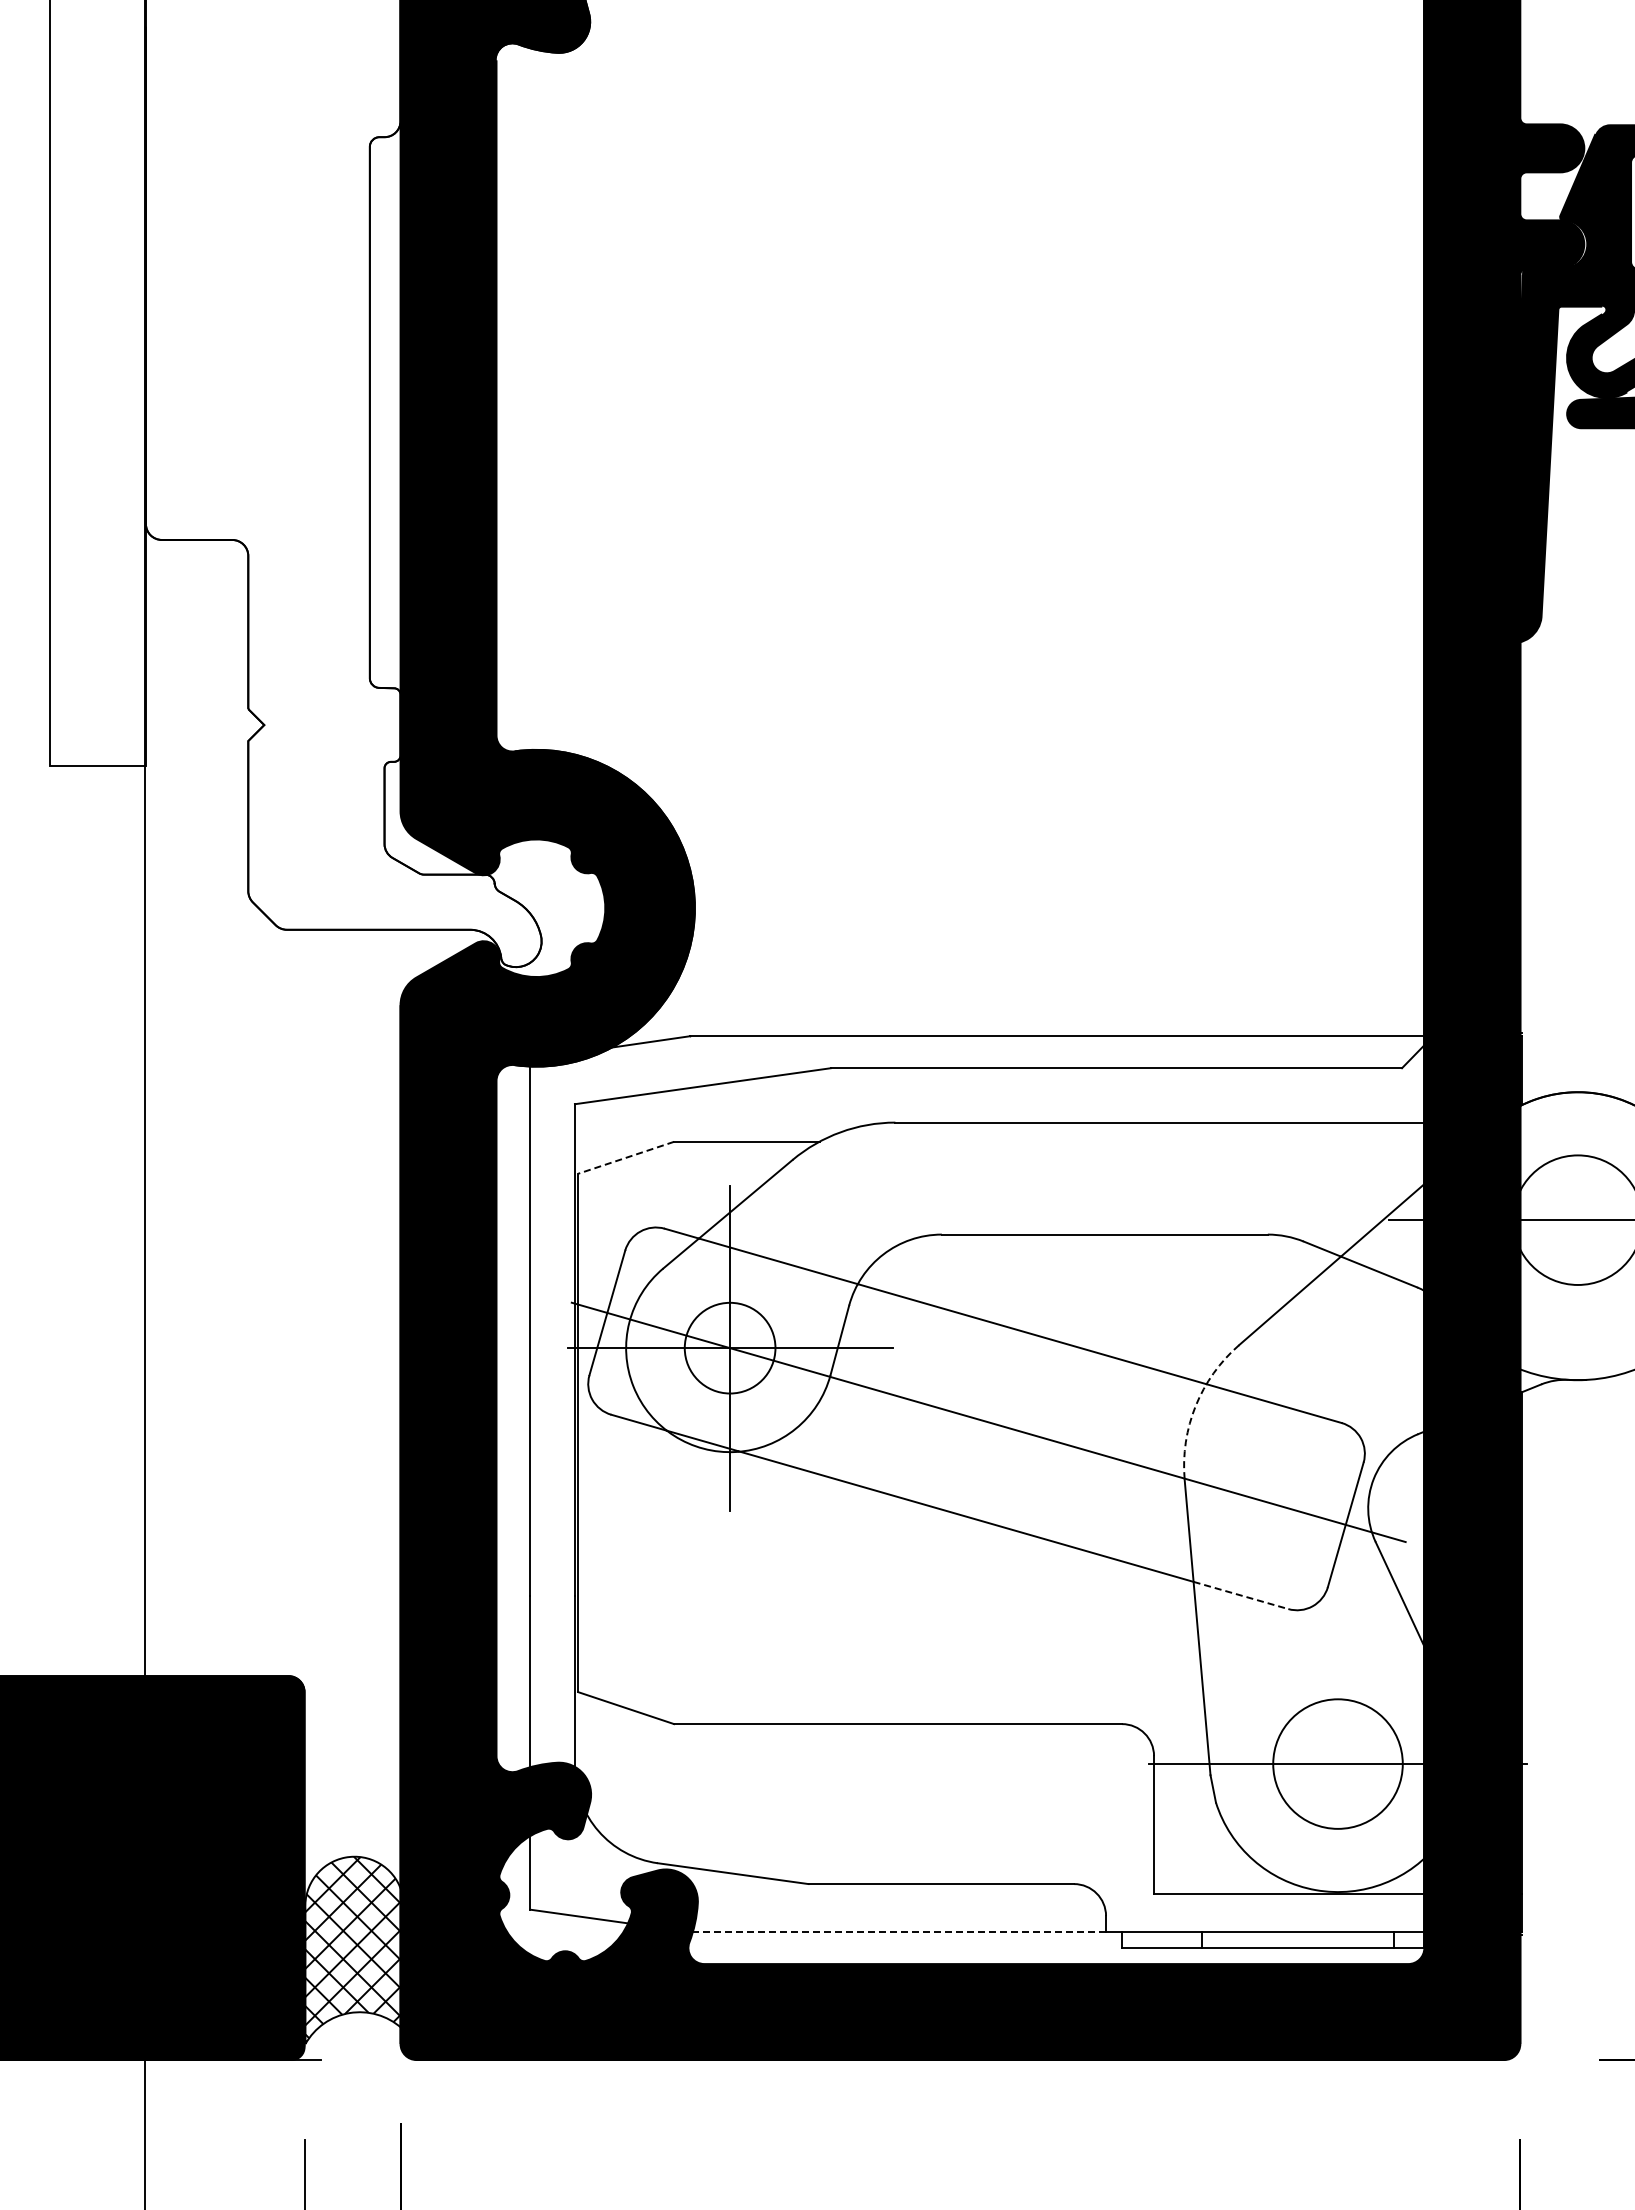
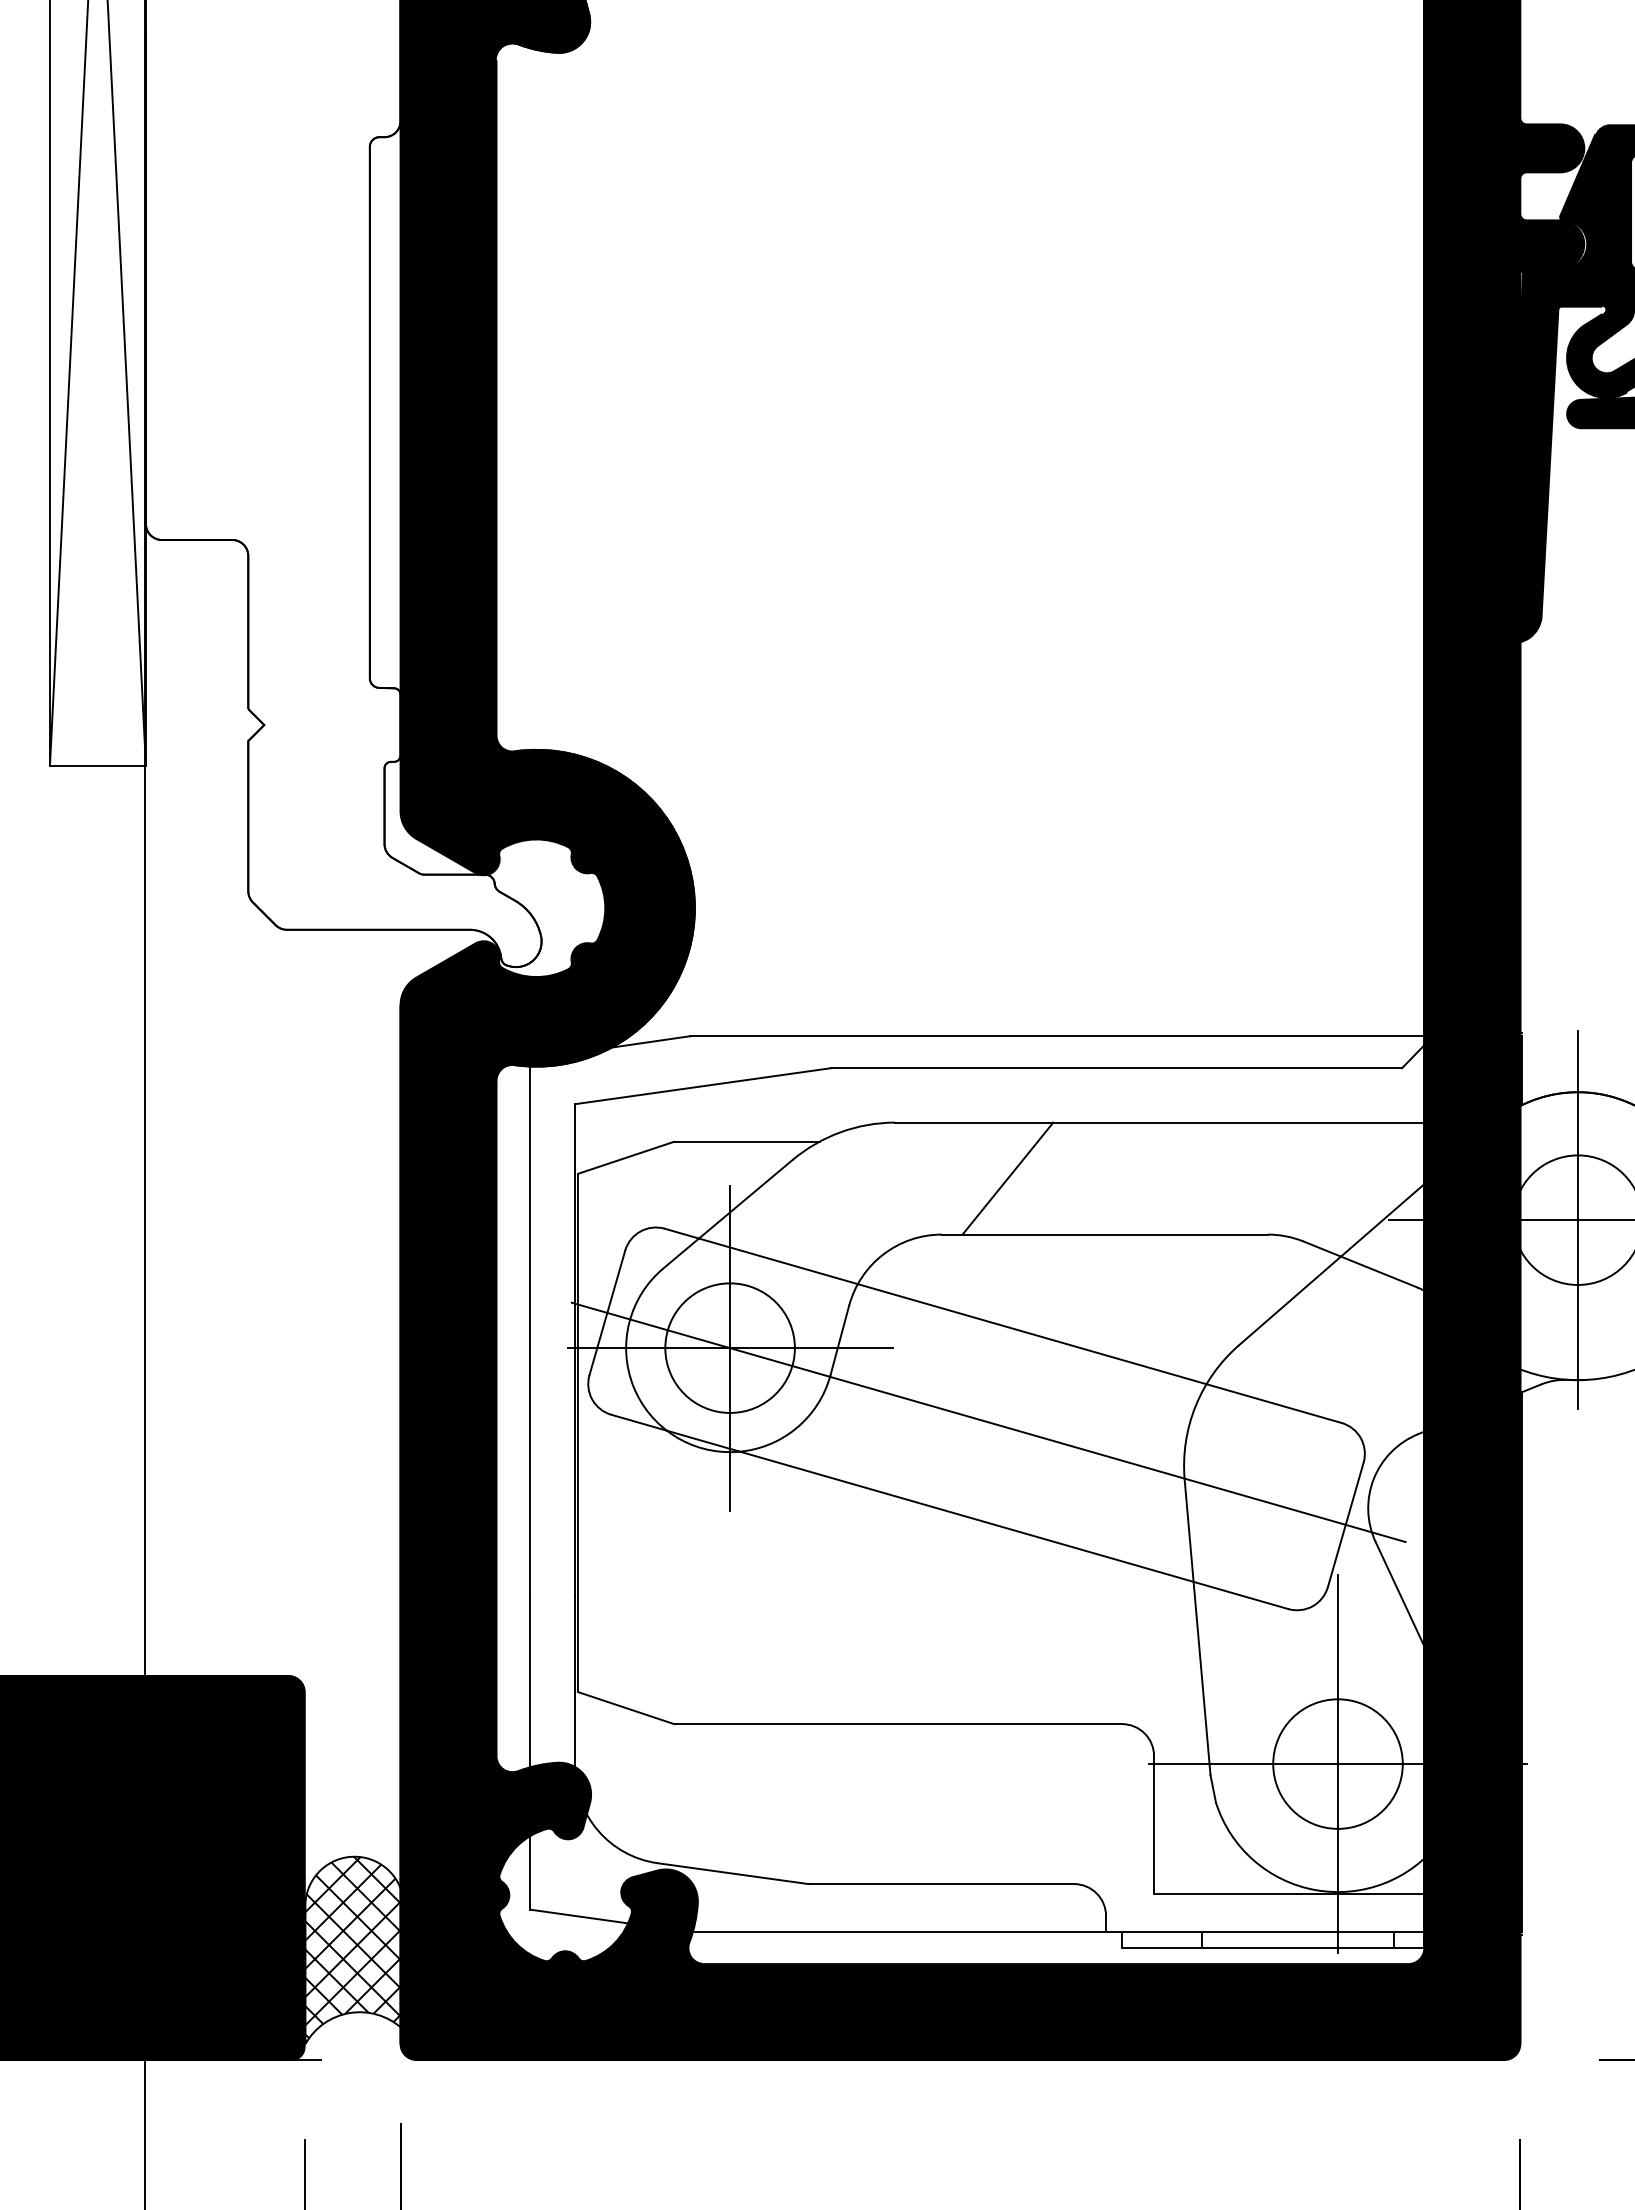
line at (68, 383): none -> present
line at (126, 383): none -> present
line at (626, 1157): dashed -> solid
line at (1007, 1178): none -> present
line at (1577, 1219): none -> present
circle at (729, 1347) diameter: 91 px -> 130 px
arc at (1195, 1406): dashed -> solid
line at (1241, 1595): dashed -> solid
line at (1338, 1763): none -> present
line at (898, 1932): dashed -> solid
